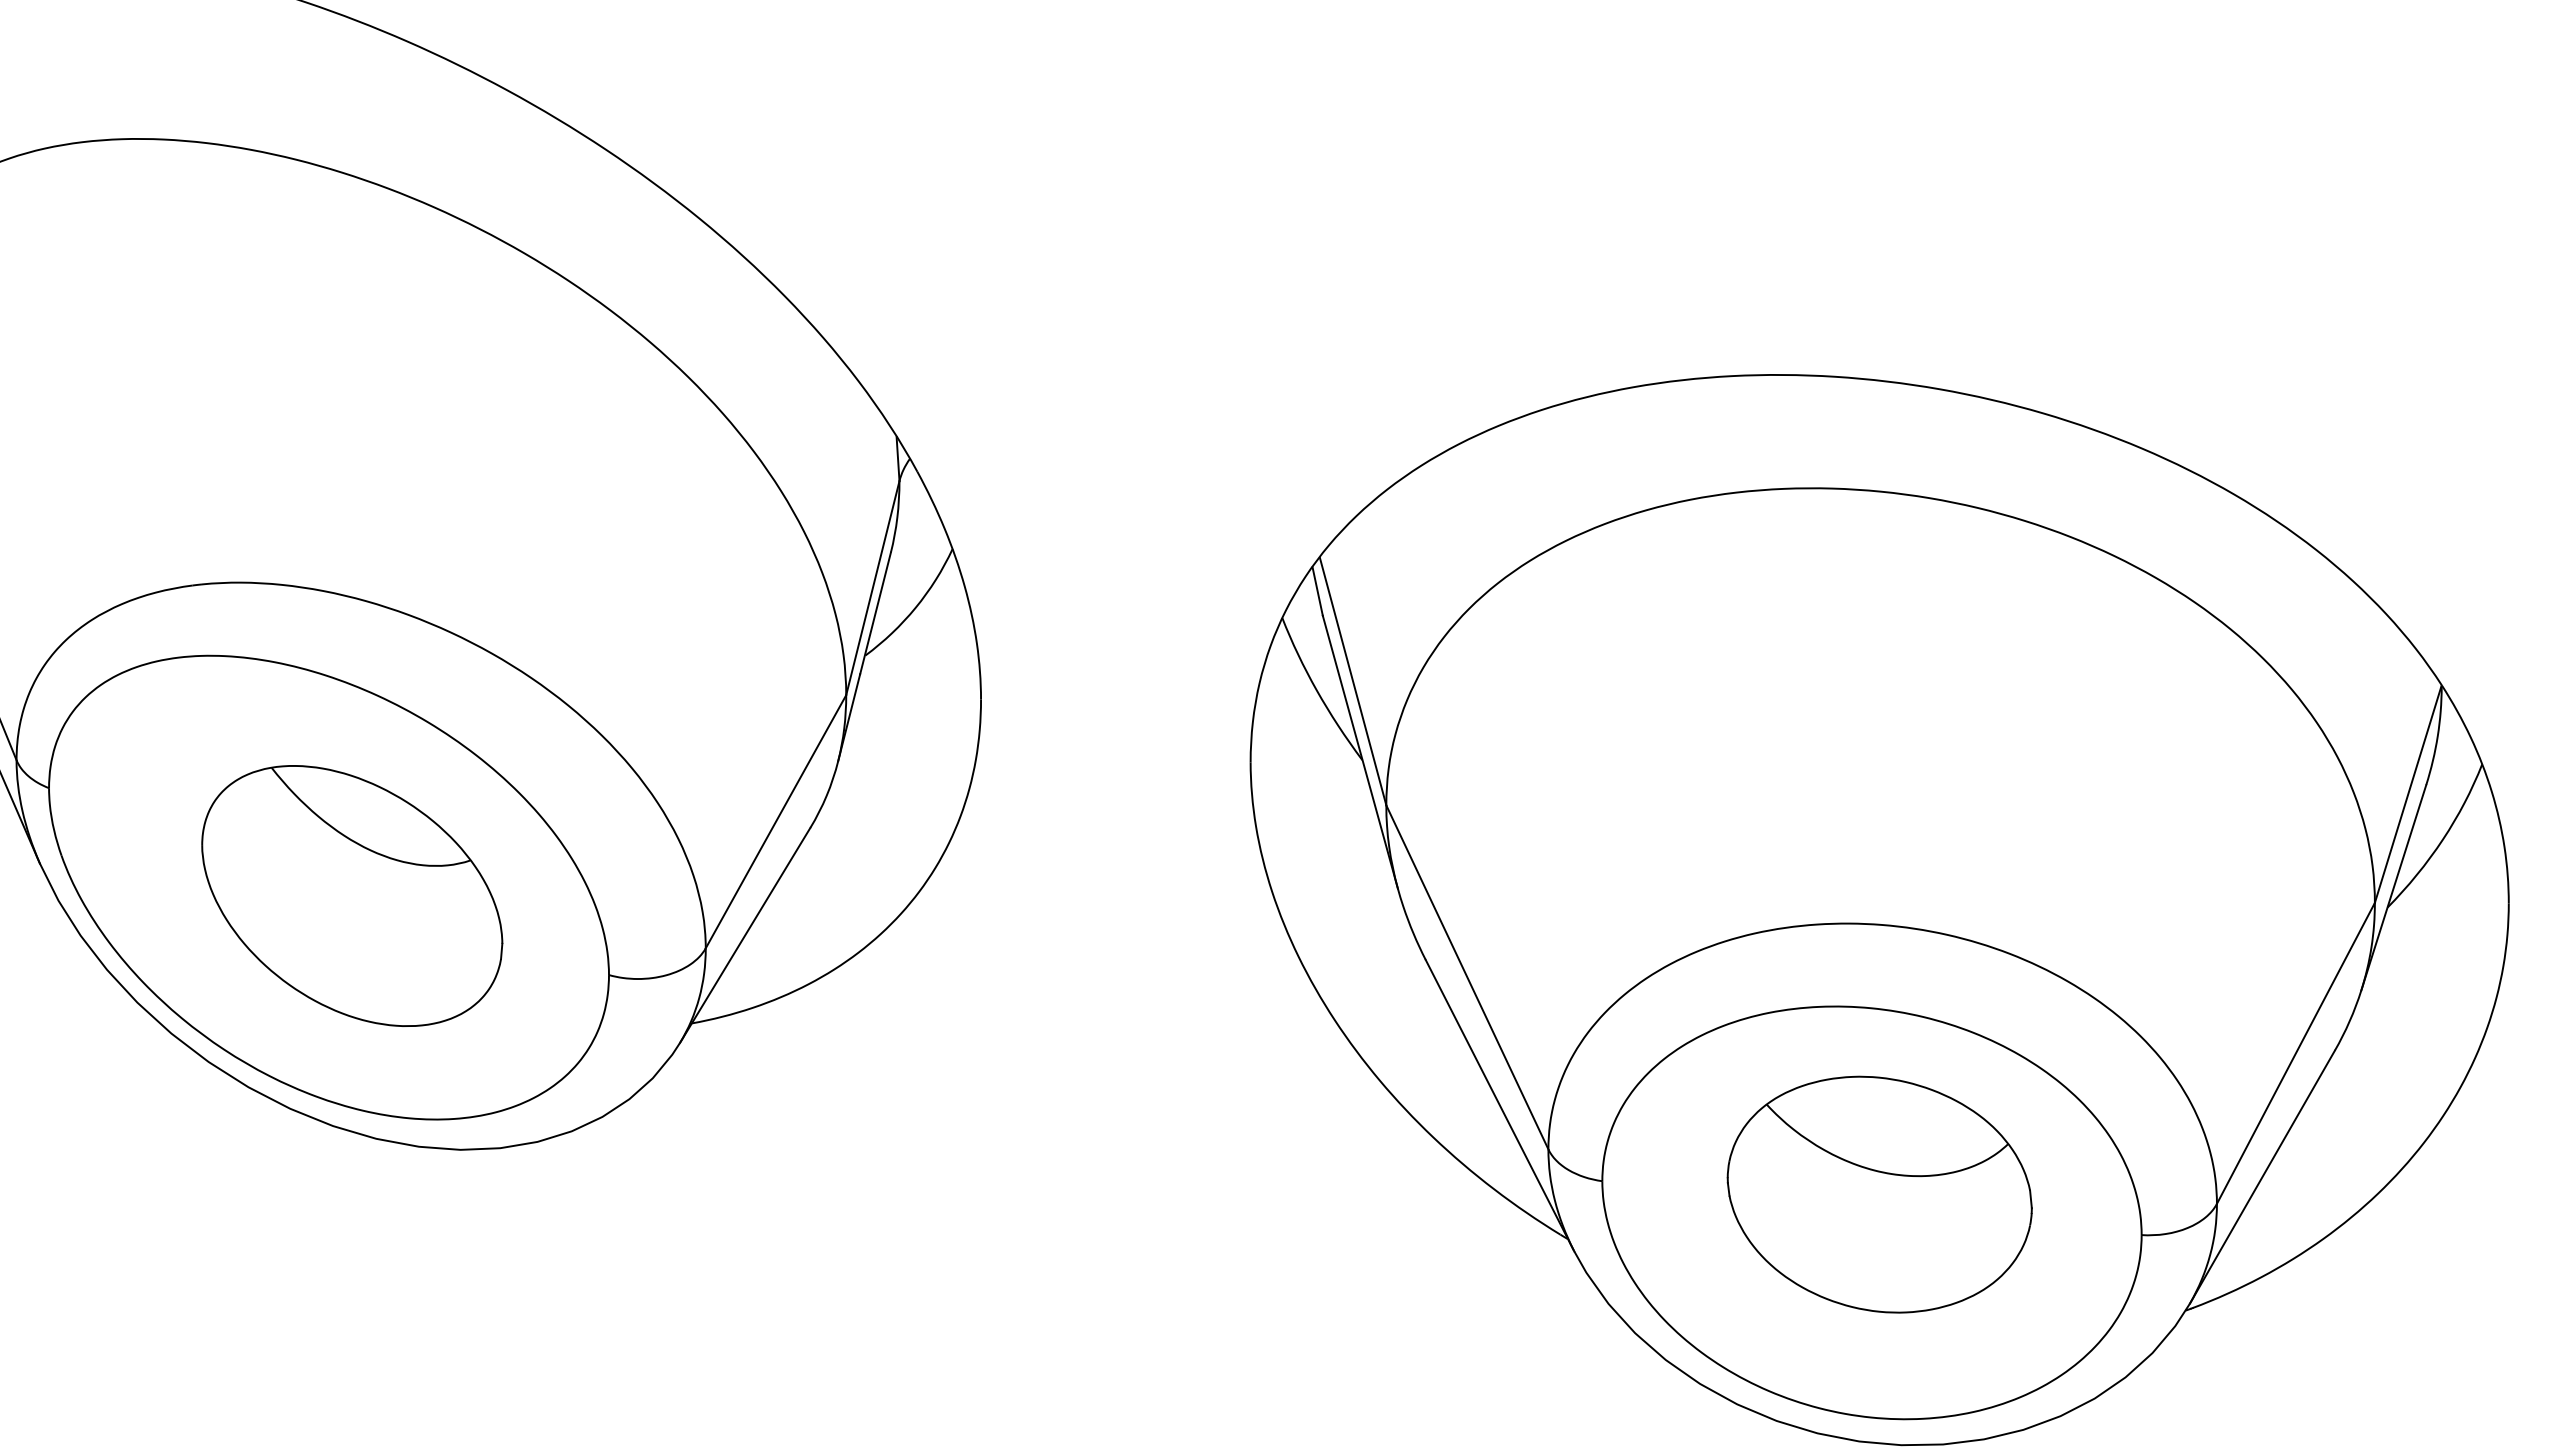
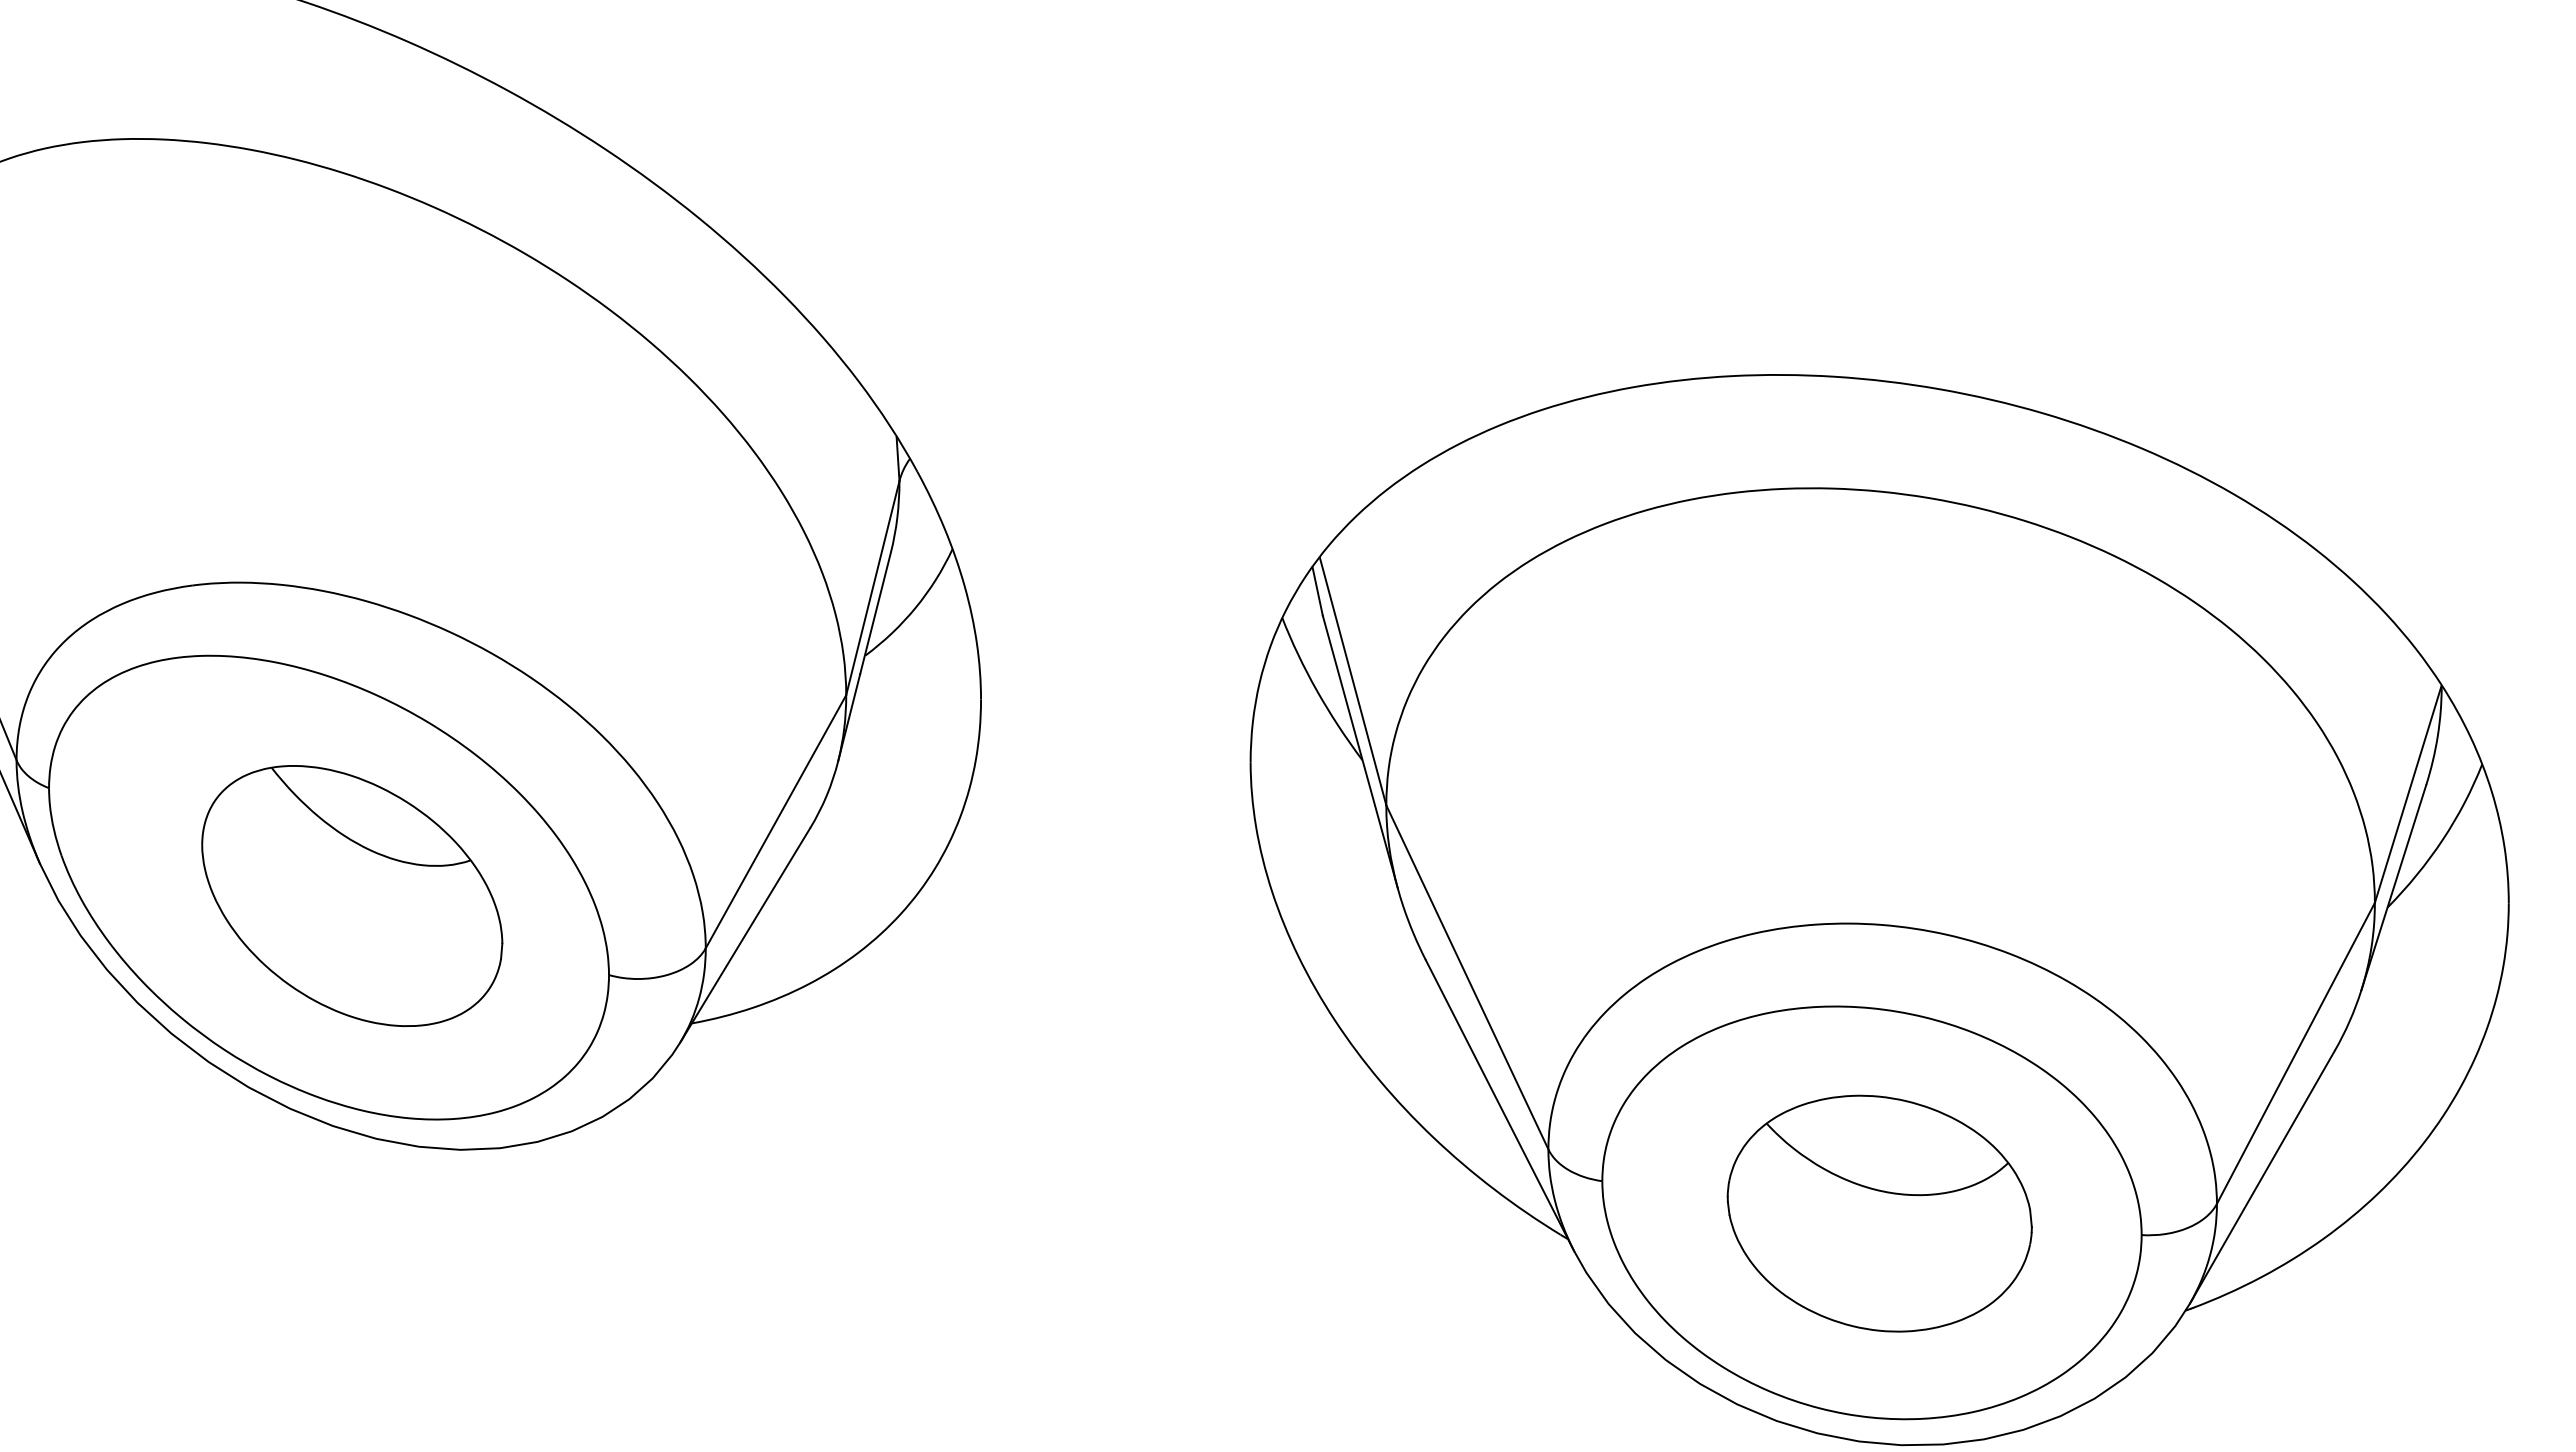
part at (1879, 1194) position: (1879, 1194) -> (1879, 1213)
